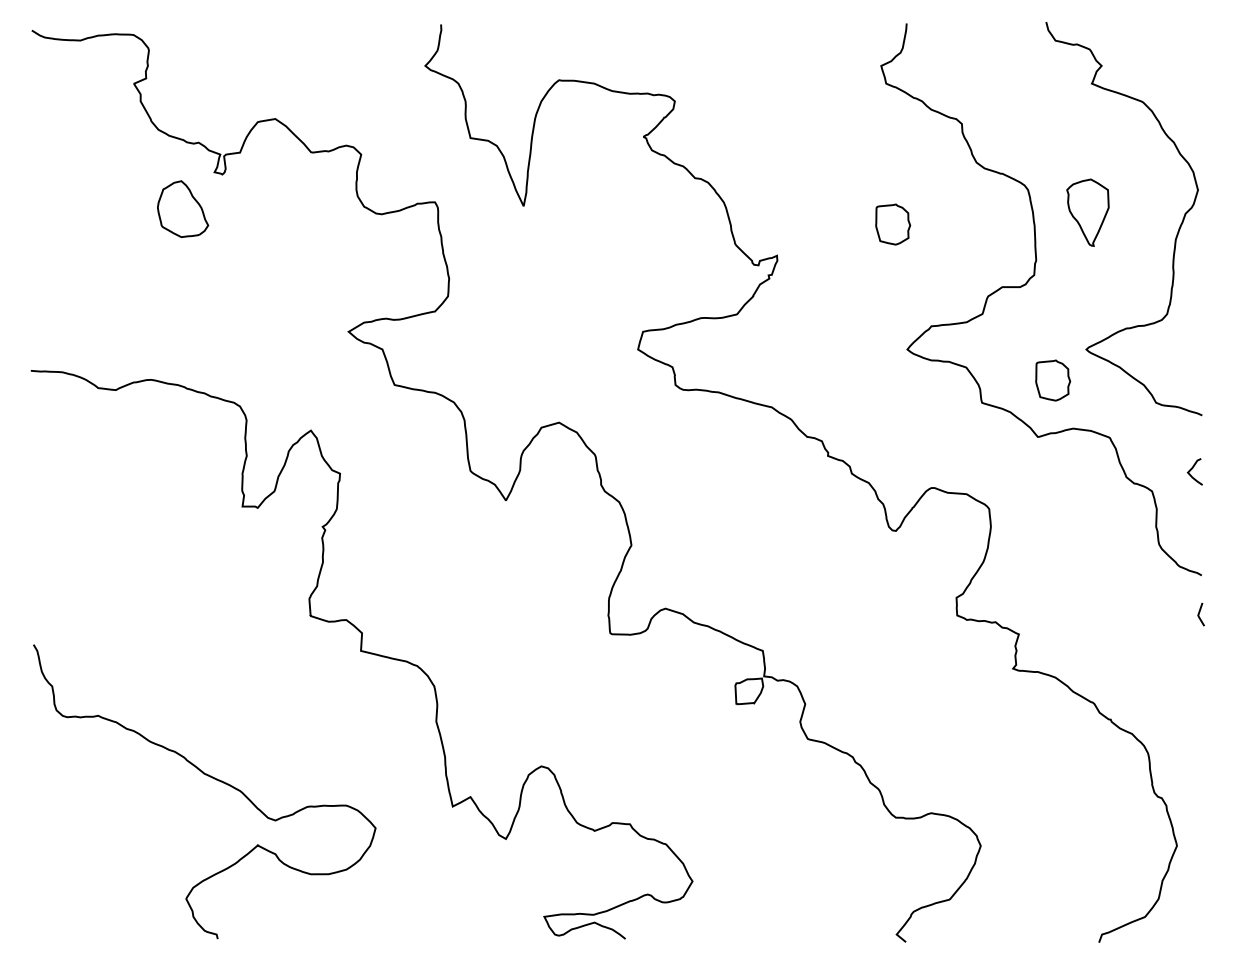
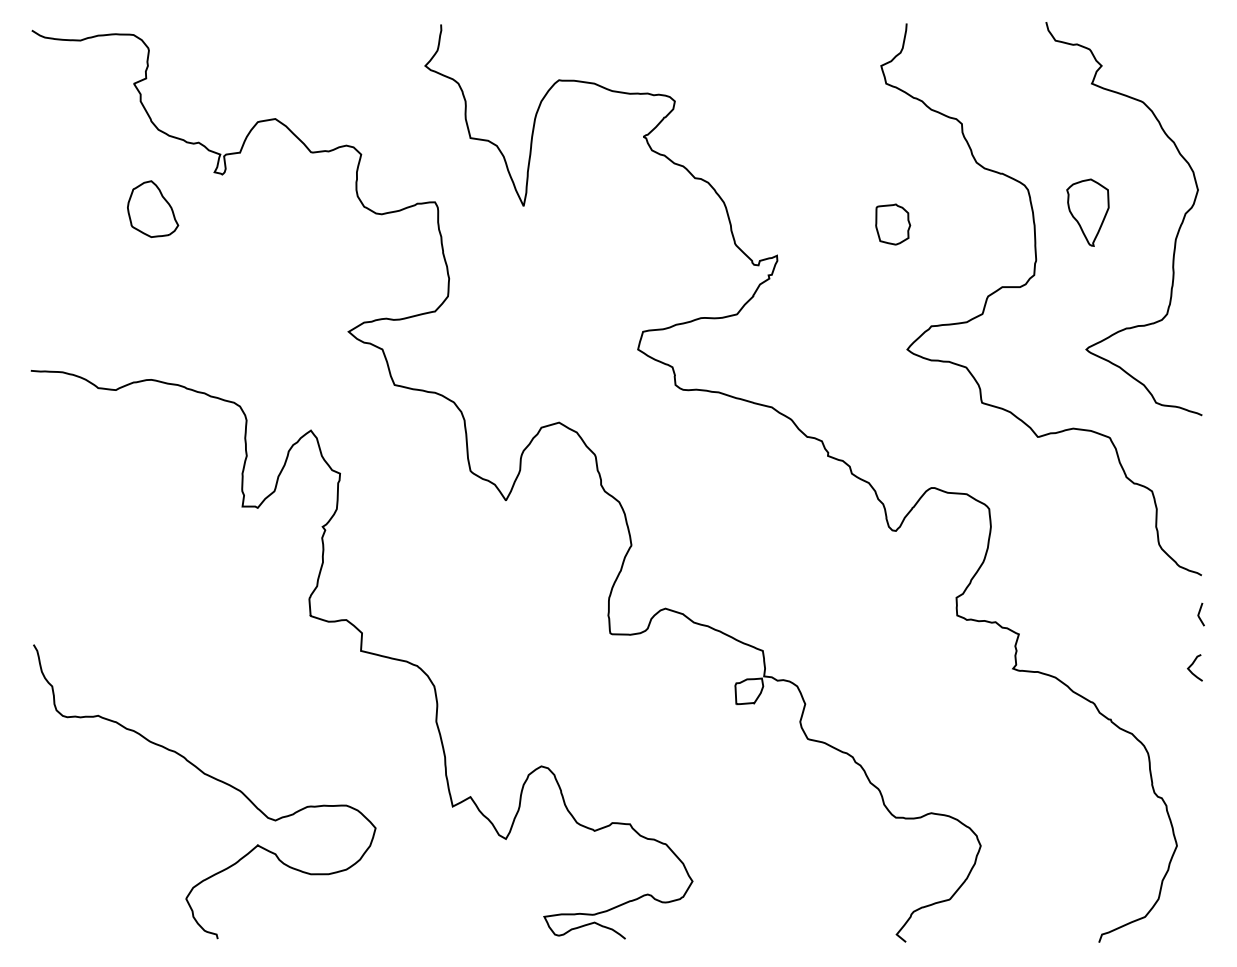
part at (183, 208) position: (183, 208) -> (153, 208)
part at (1053, 380): present -> none
curve at (1192, 469) position: (1192, 469) -> (1192, 665)
